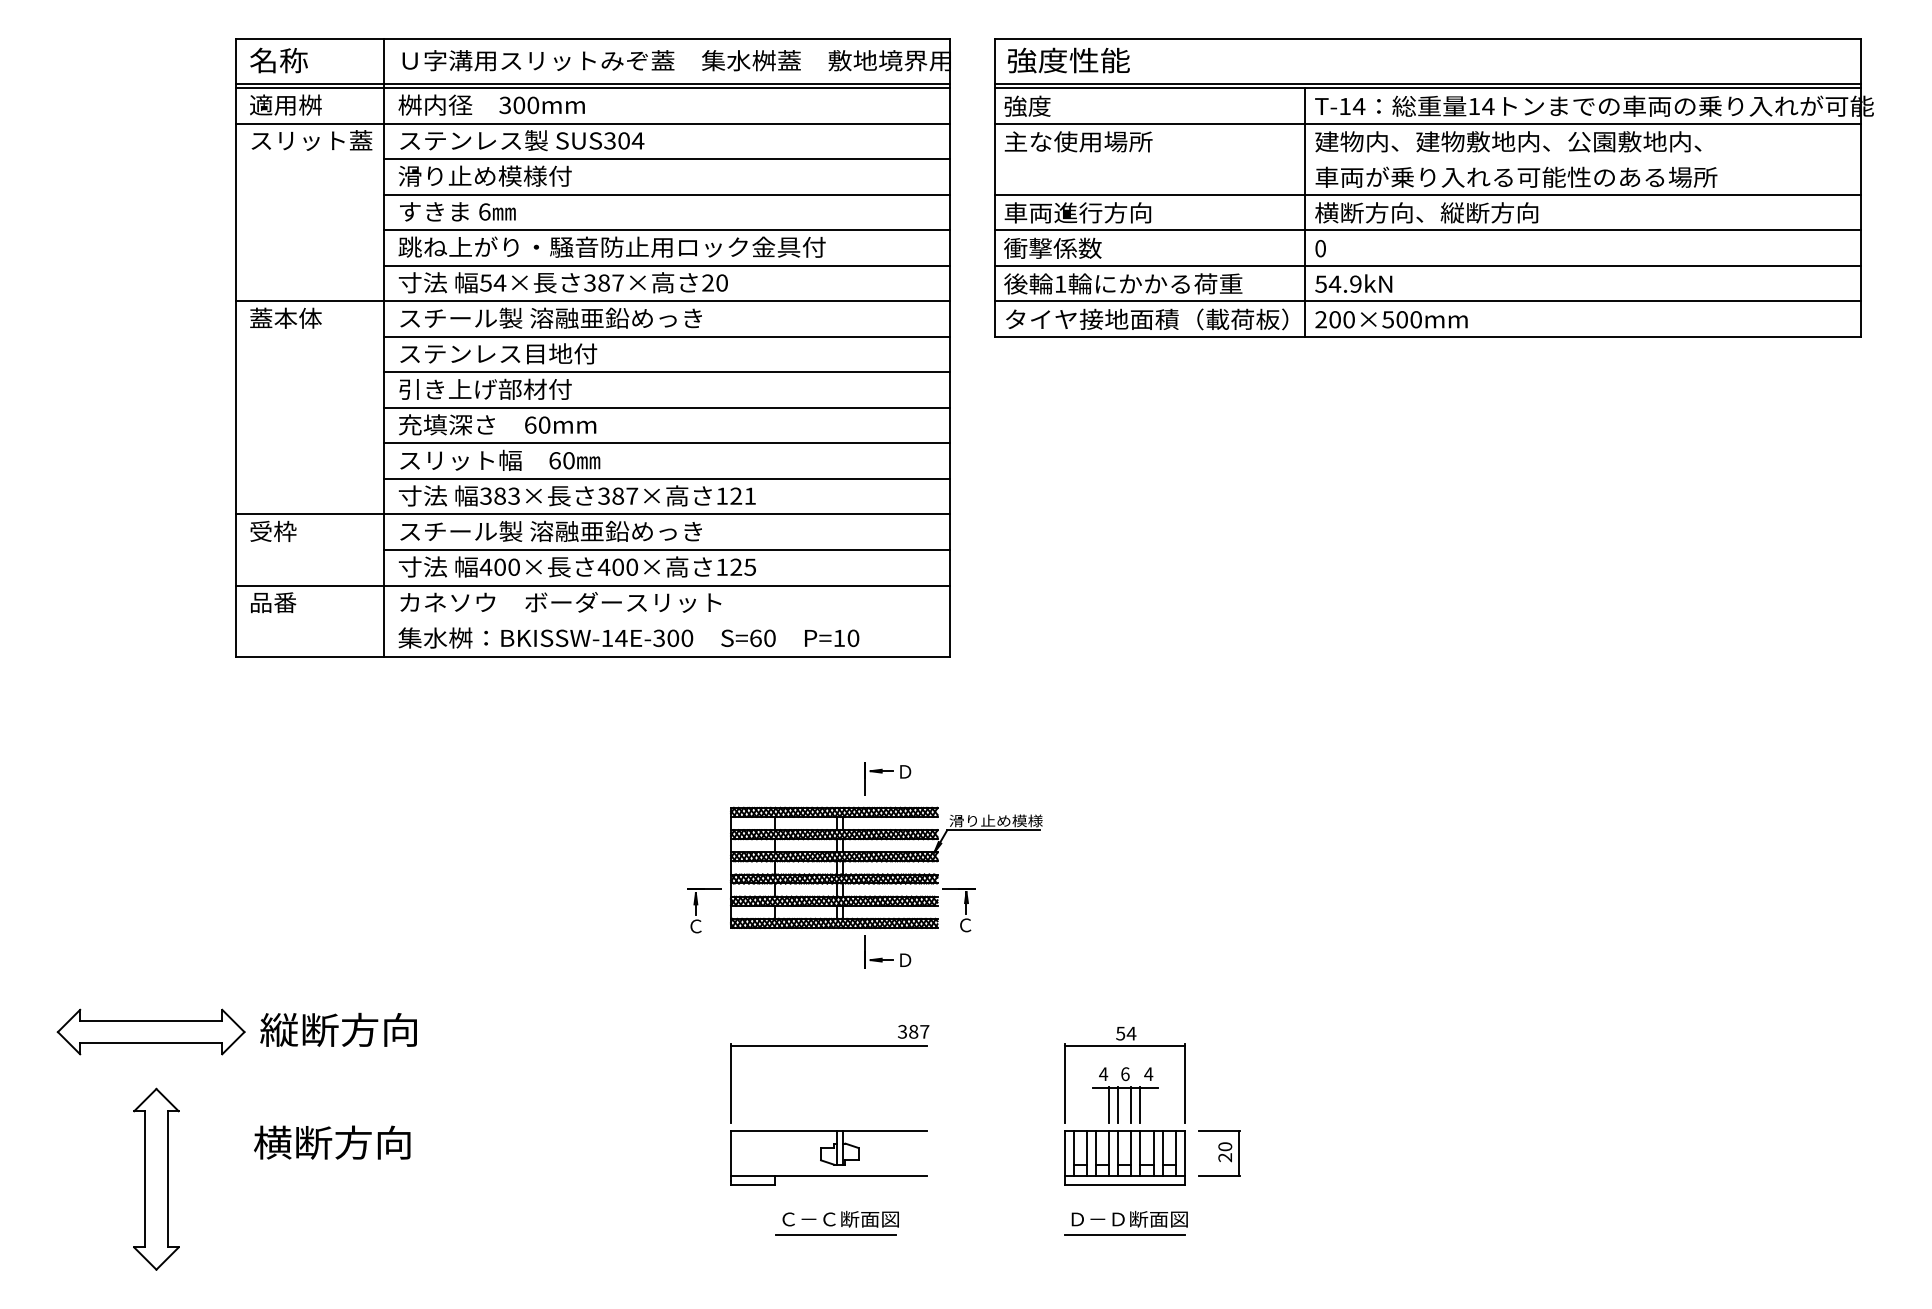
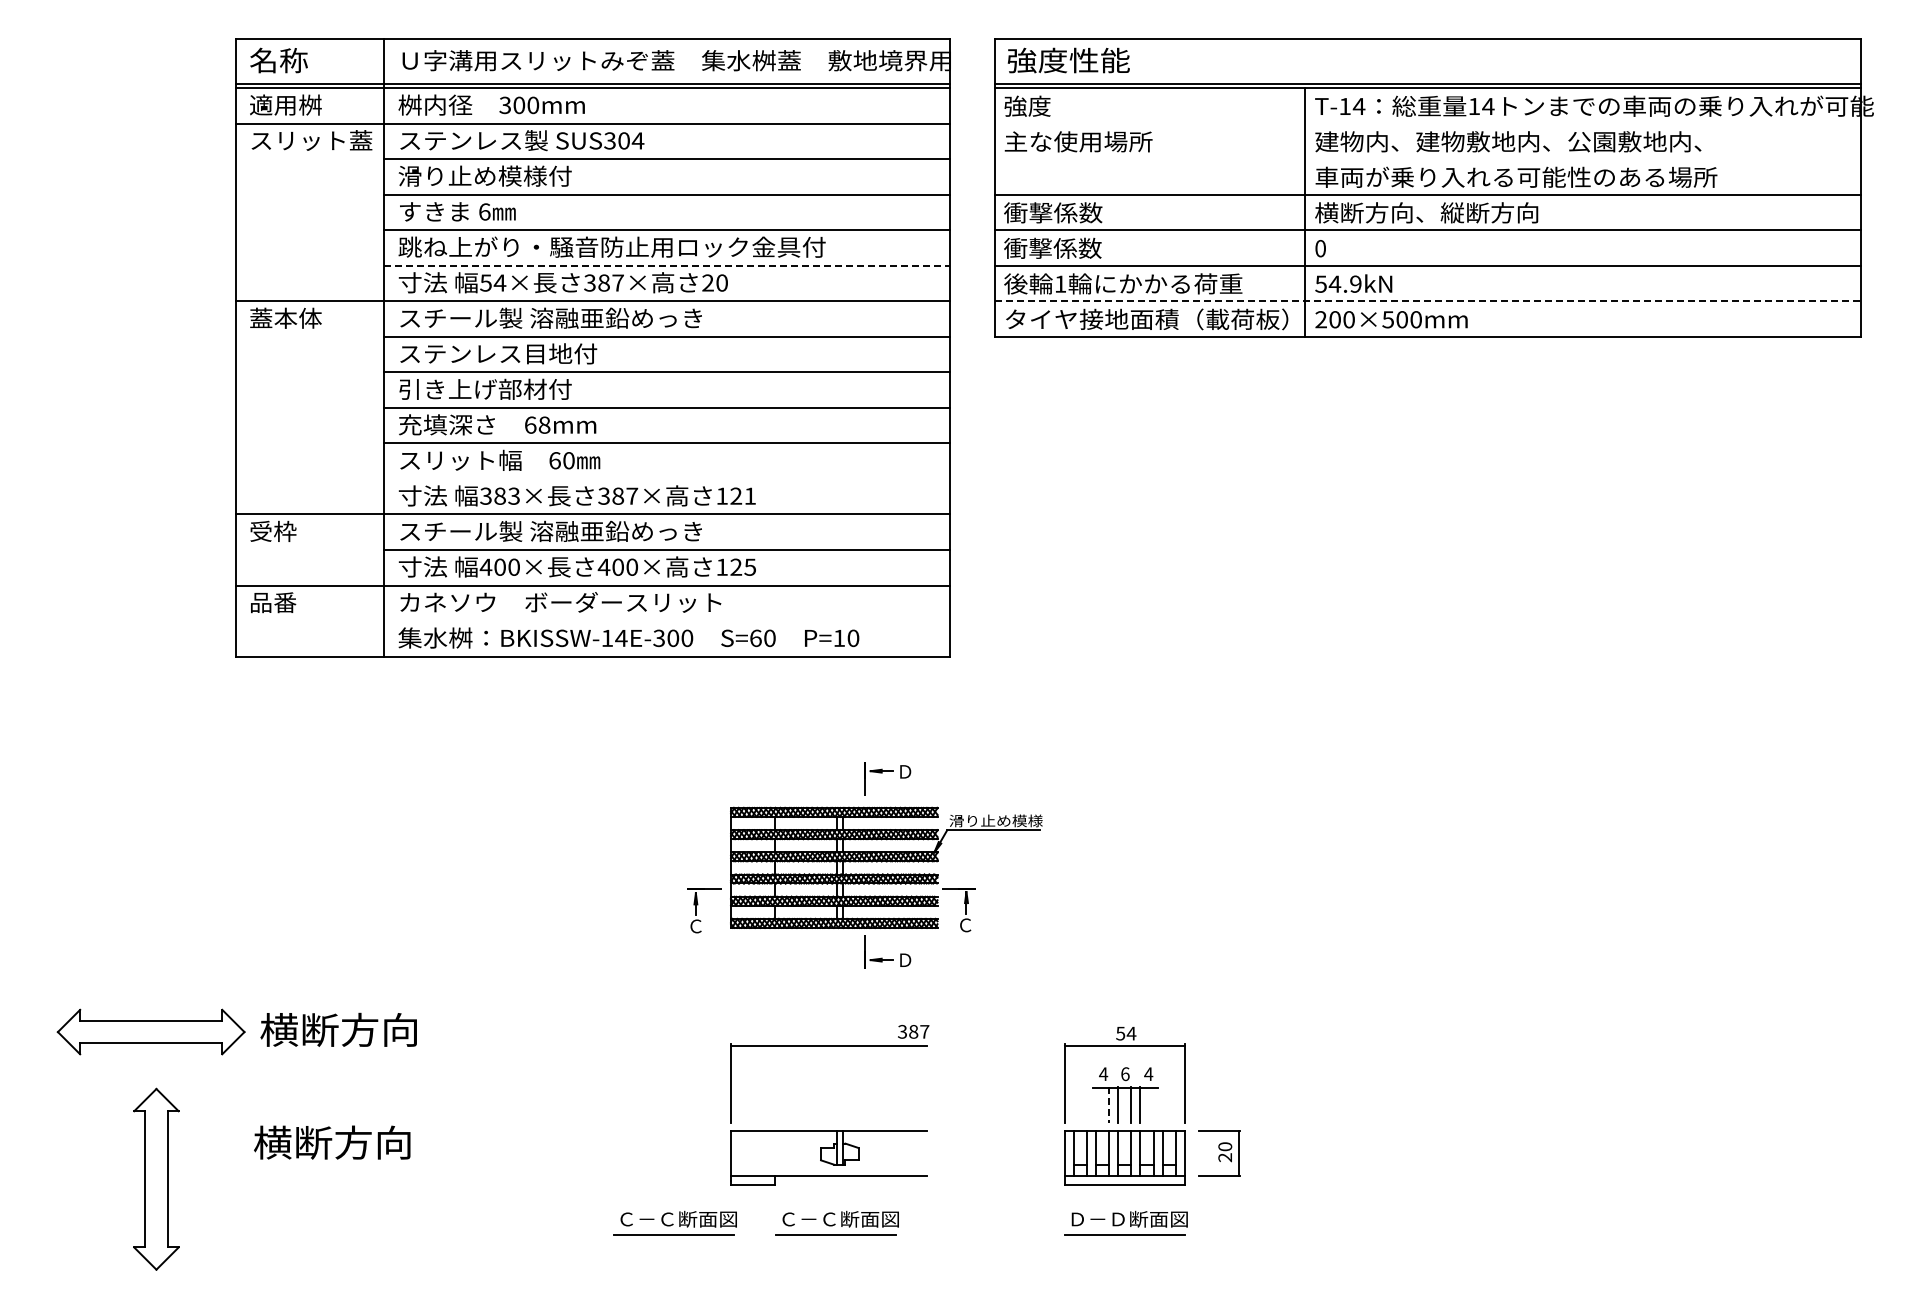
line at (1427, 123): present -> none
text at (1077, 212): 車両進行方向 -> 衝撃係数
line at (667, 265): solid -> dashed
line at (1428, 301): solid -> dashed
text at (544, 425): 60mm -> 68mm
line at (667, 478): present -> none
text at (279, 1029): 縦断方向 -> 横断方向
line at (1109, 1105): solid -> dashed
part at (674, 1222): none -> present
